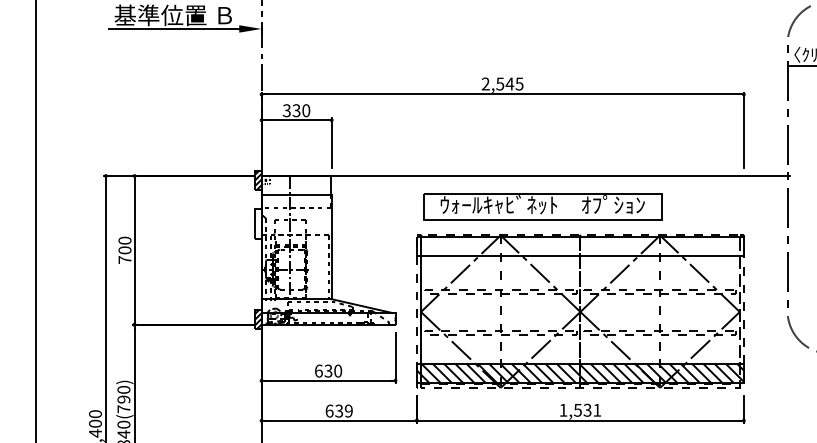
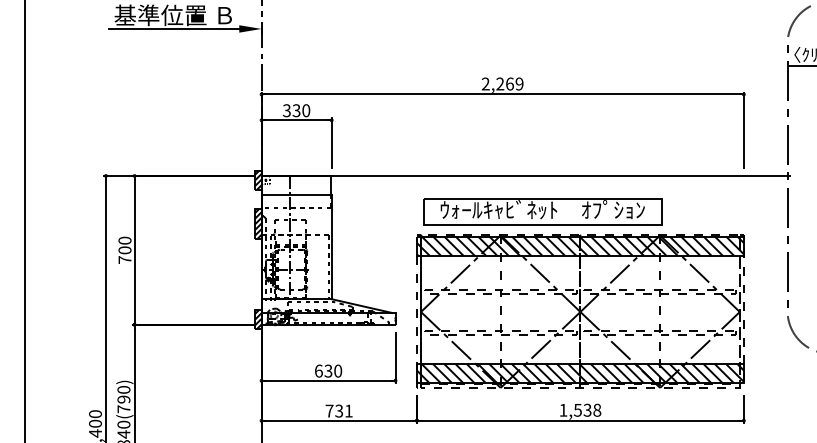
text at (509, 83): 2,545 -> 2,269
part at (542, 206) position: (542, 206) -> (542, 211)
line at (35, 220) position: (35, 220) -> (24, 220)
hatch at (258, 223): none -> present
hatch at (579, 245): none -> present
text at (597, 409): 1,531 -> 1,538
text at (338, 410): 639 -> 731
